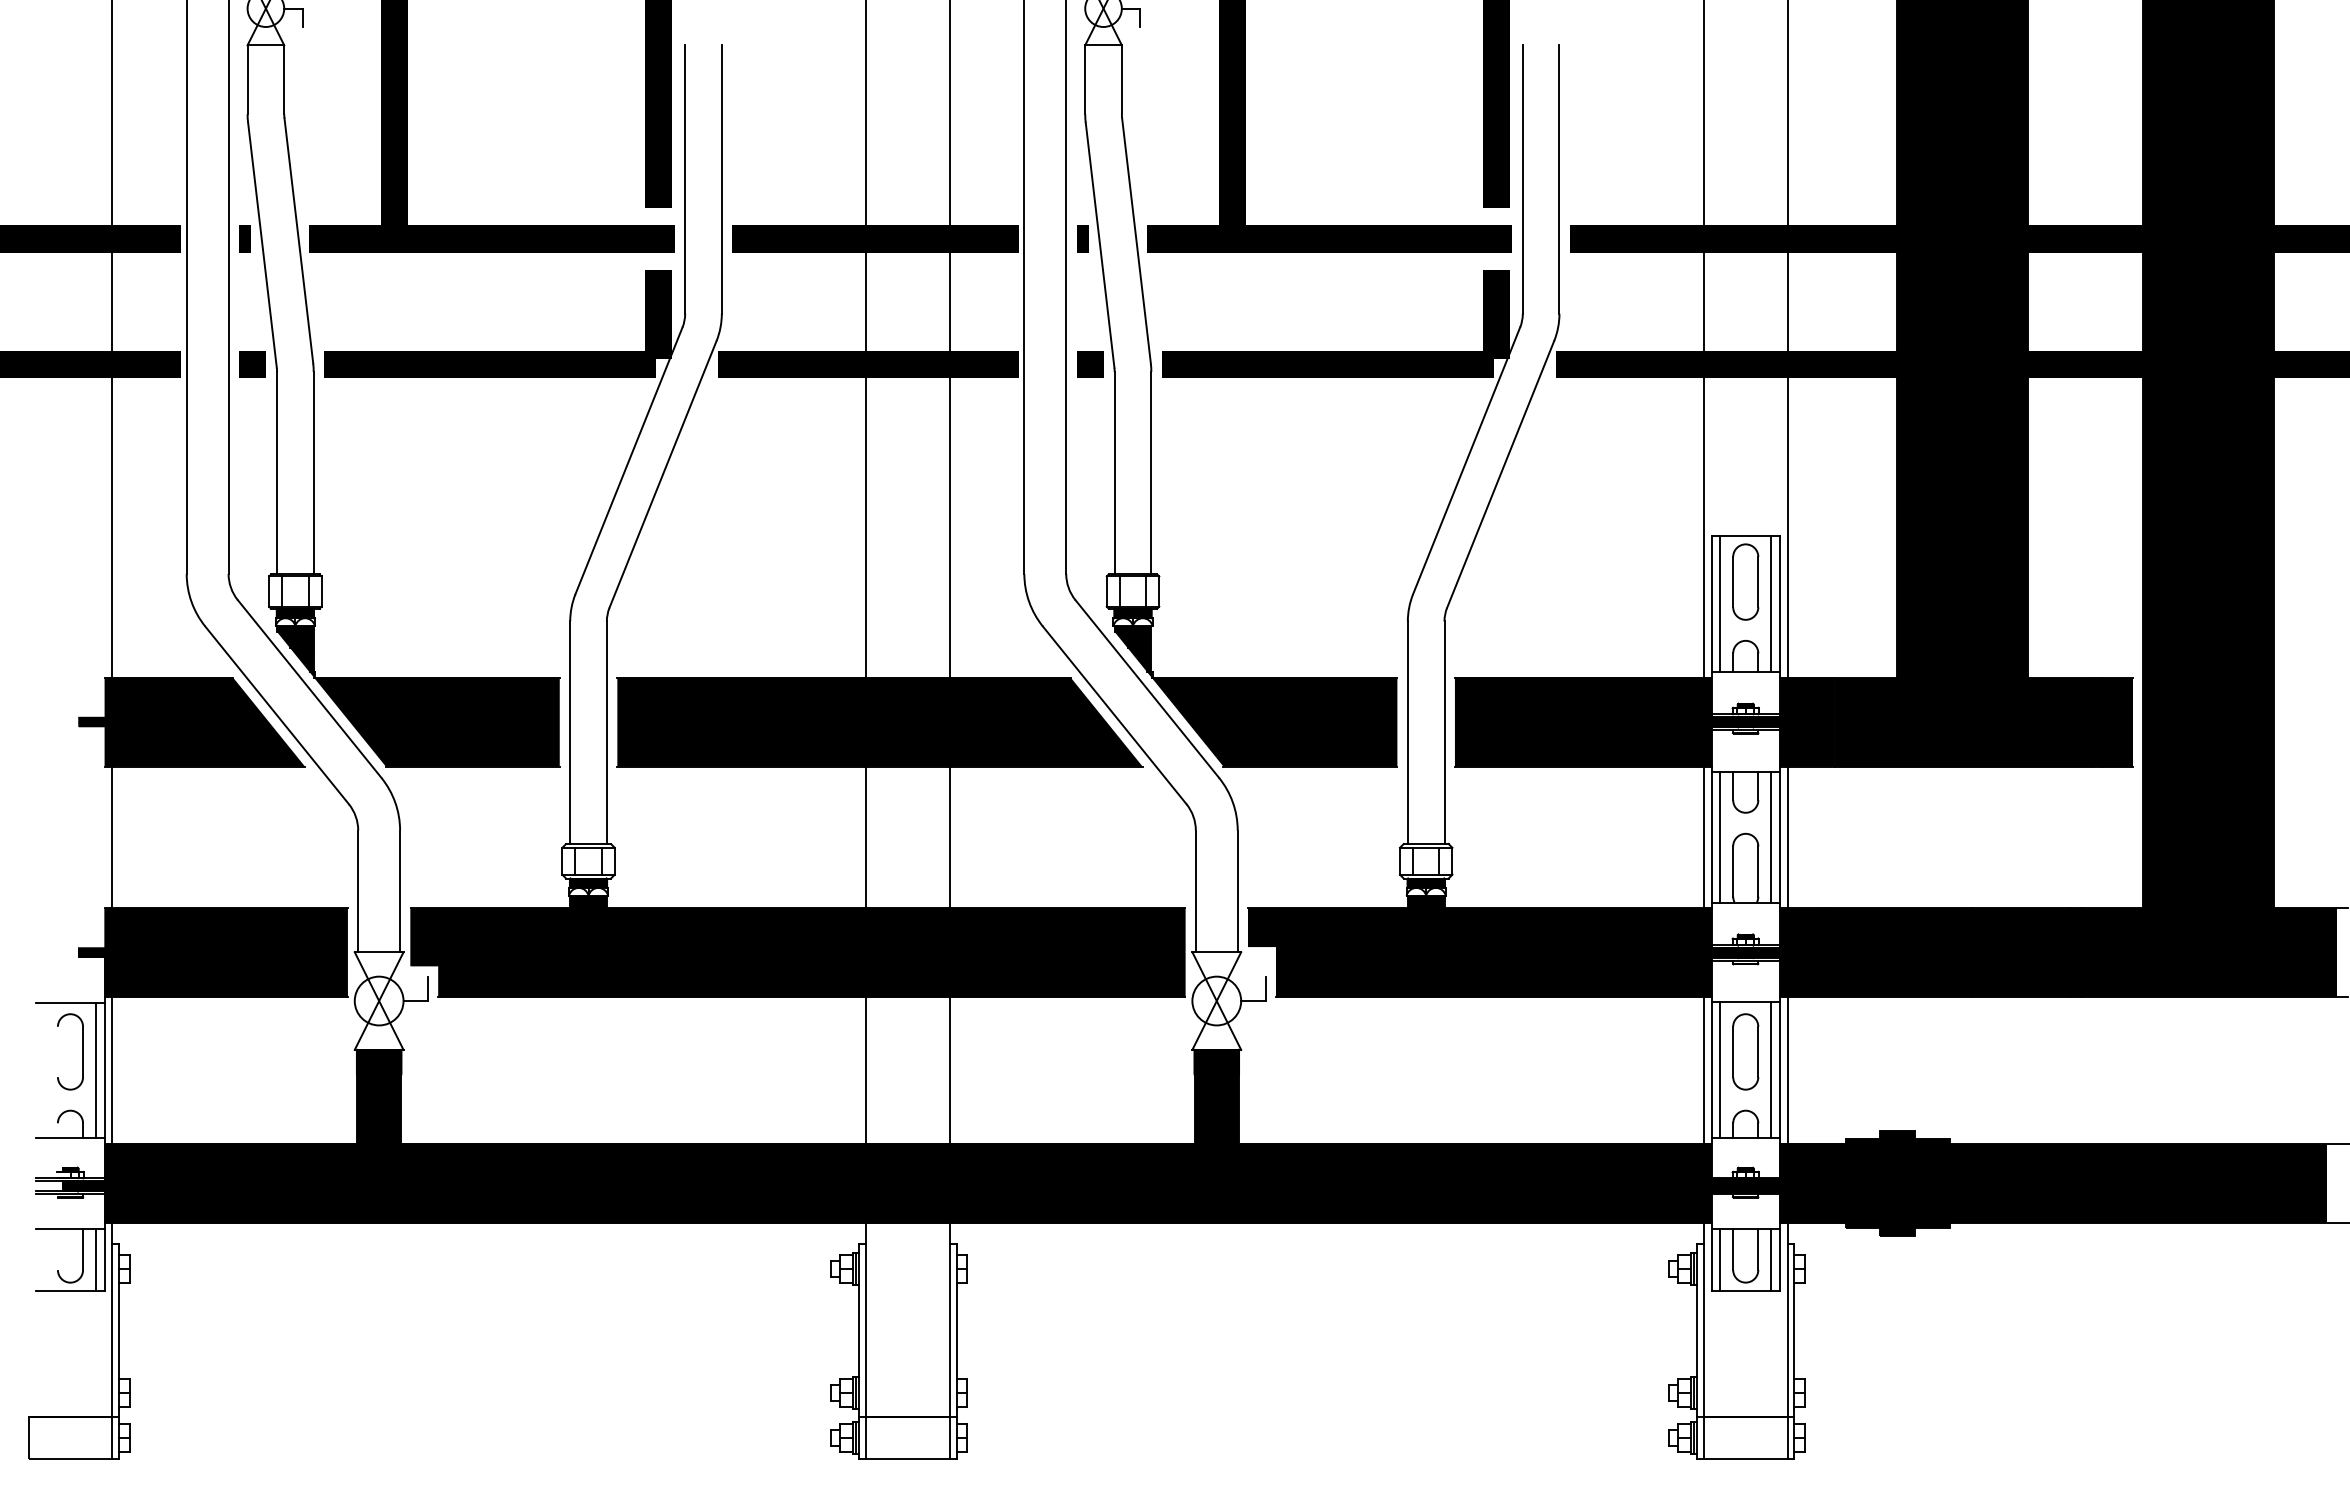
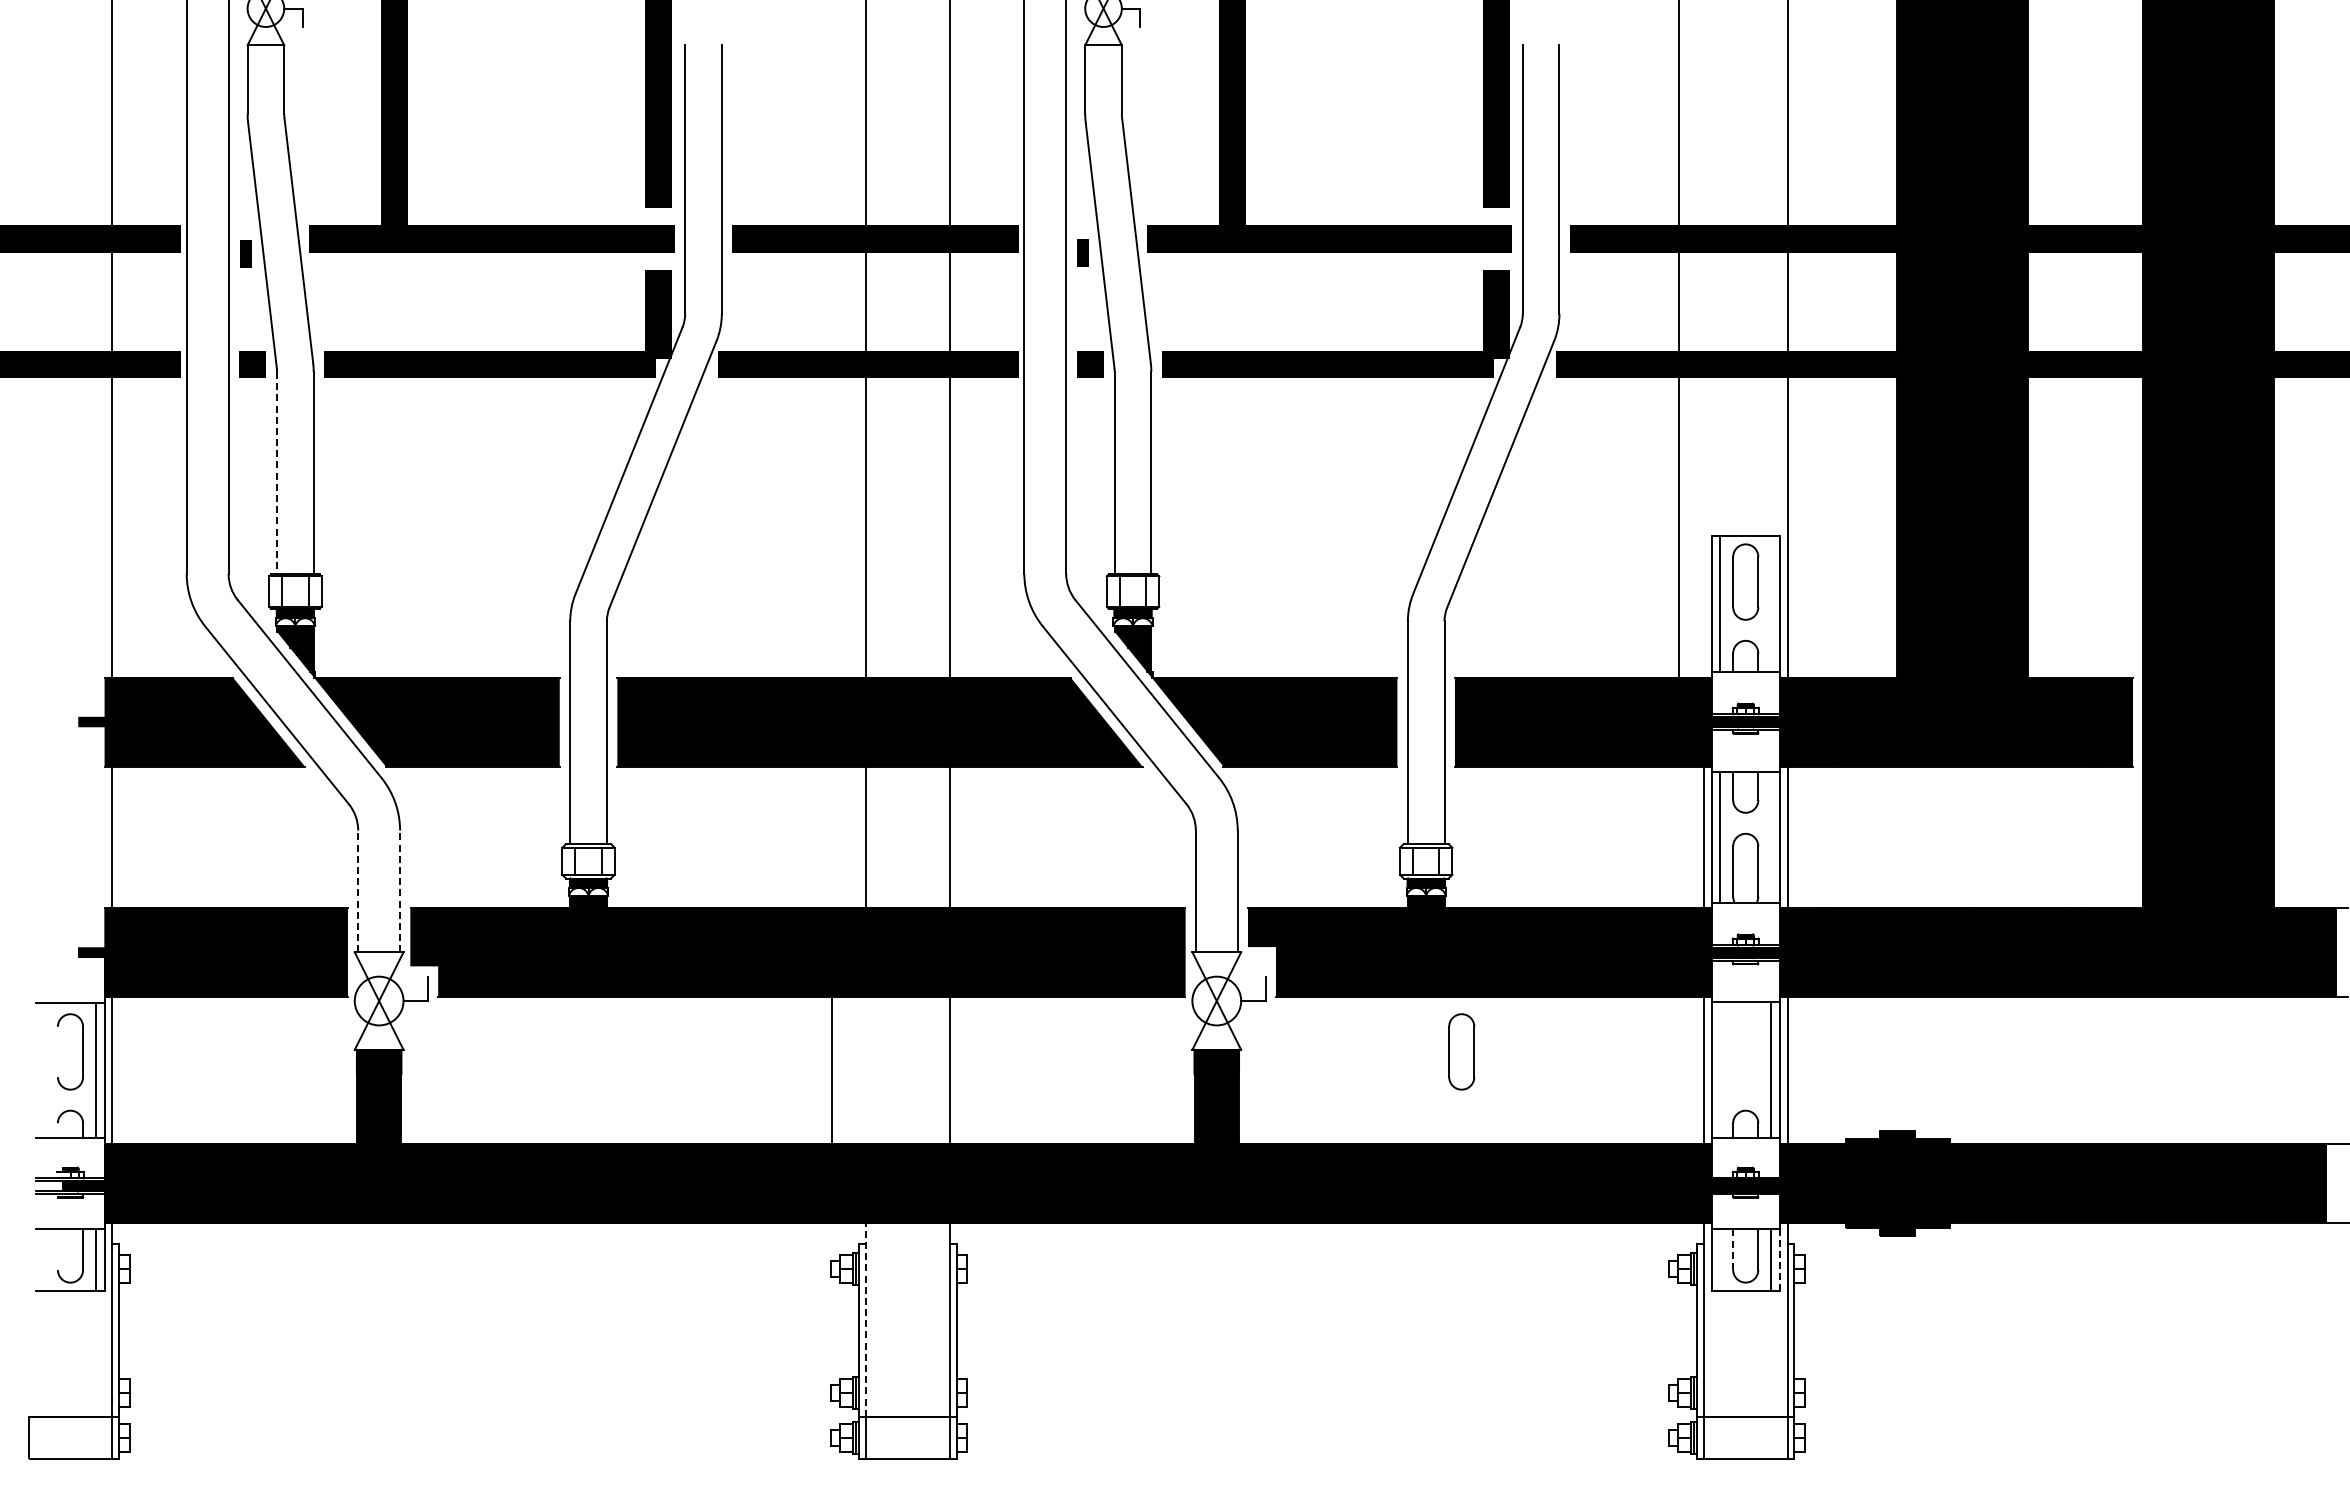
line at (244, 238) position: (244, 238) -> (245, 253)
line at (1082, 238) position: (1082, 238) -> (1082, 252)
line at (1703, 339) position: (1703, 339) -> (1678, 339)
line at (277, 473): solid -> dashed
line at (1771, 603): present -> none
line at (1771, 837): present -> none
line at (358, 891): solid -> dashed
line at (400, 891): solid -> dashed
part at (1745, 1051) position: (1745, 1051) -> (1461, 1051)
line at (866, 1070) position: (866, 1070) -> (832, 1070)
line at (1720, 1070): present -> none
line at (1733, 1249): solid -> dashed
line at (1720, 1259): present -> none
line at (1779, 1260): solid -> dashed
line at (866, 1320): solid -> dashed
